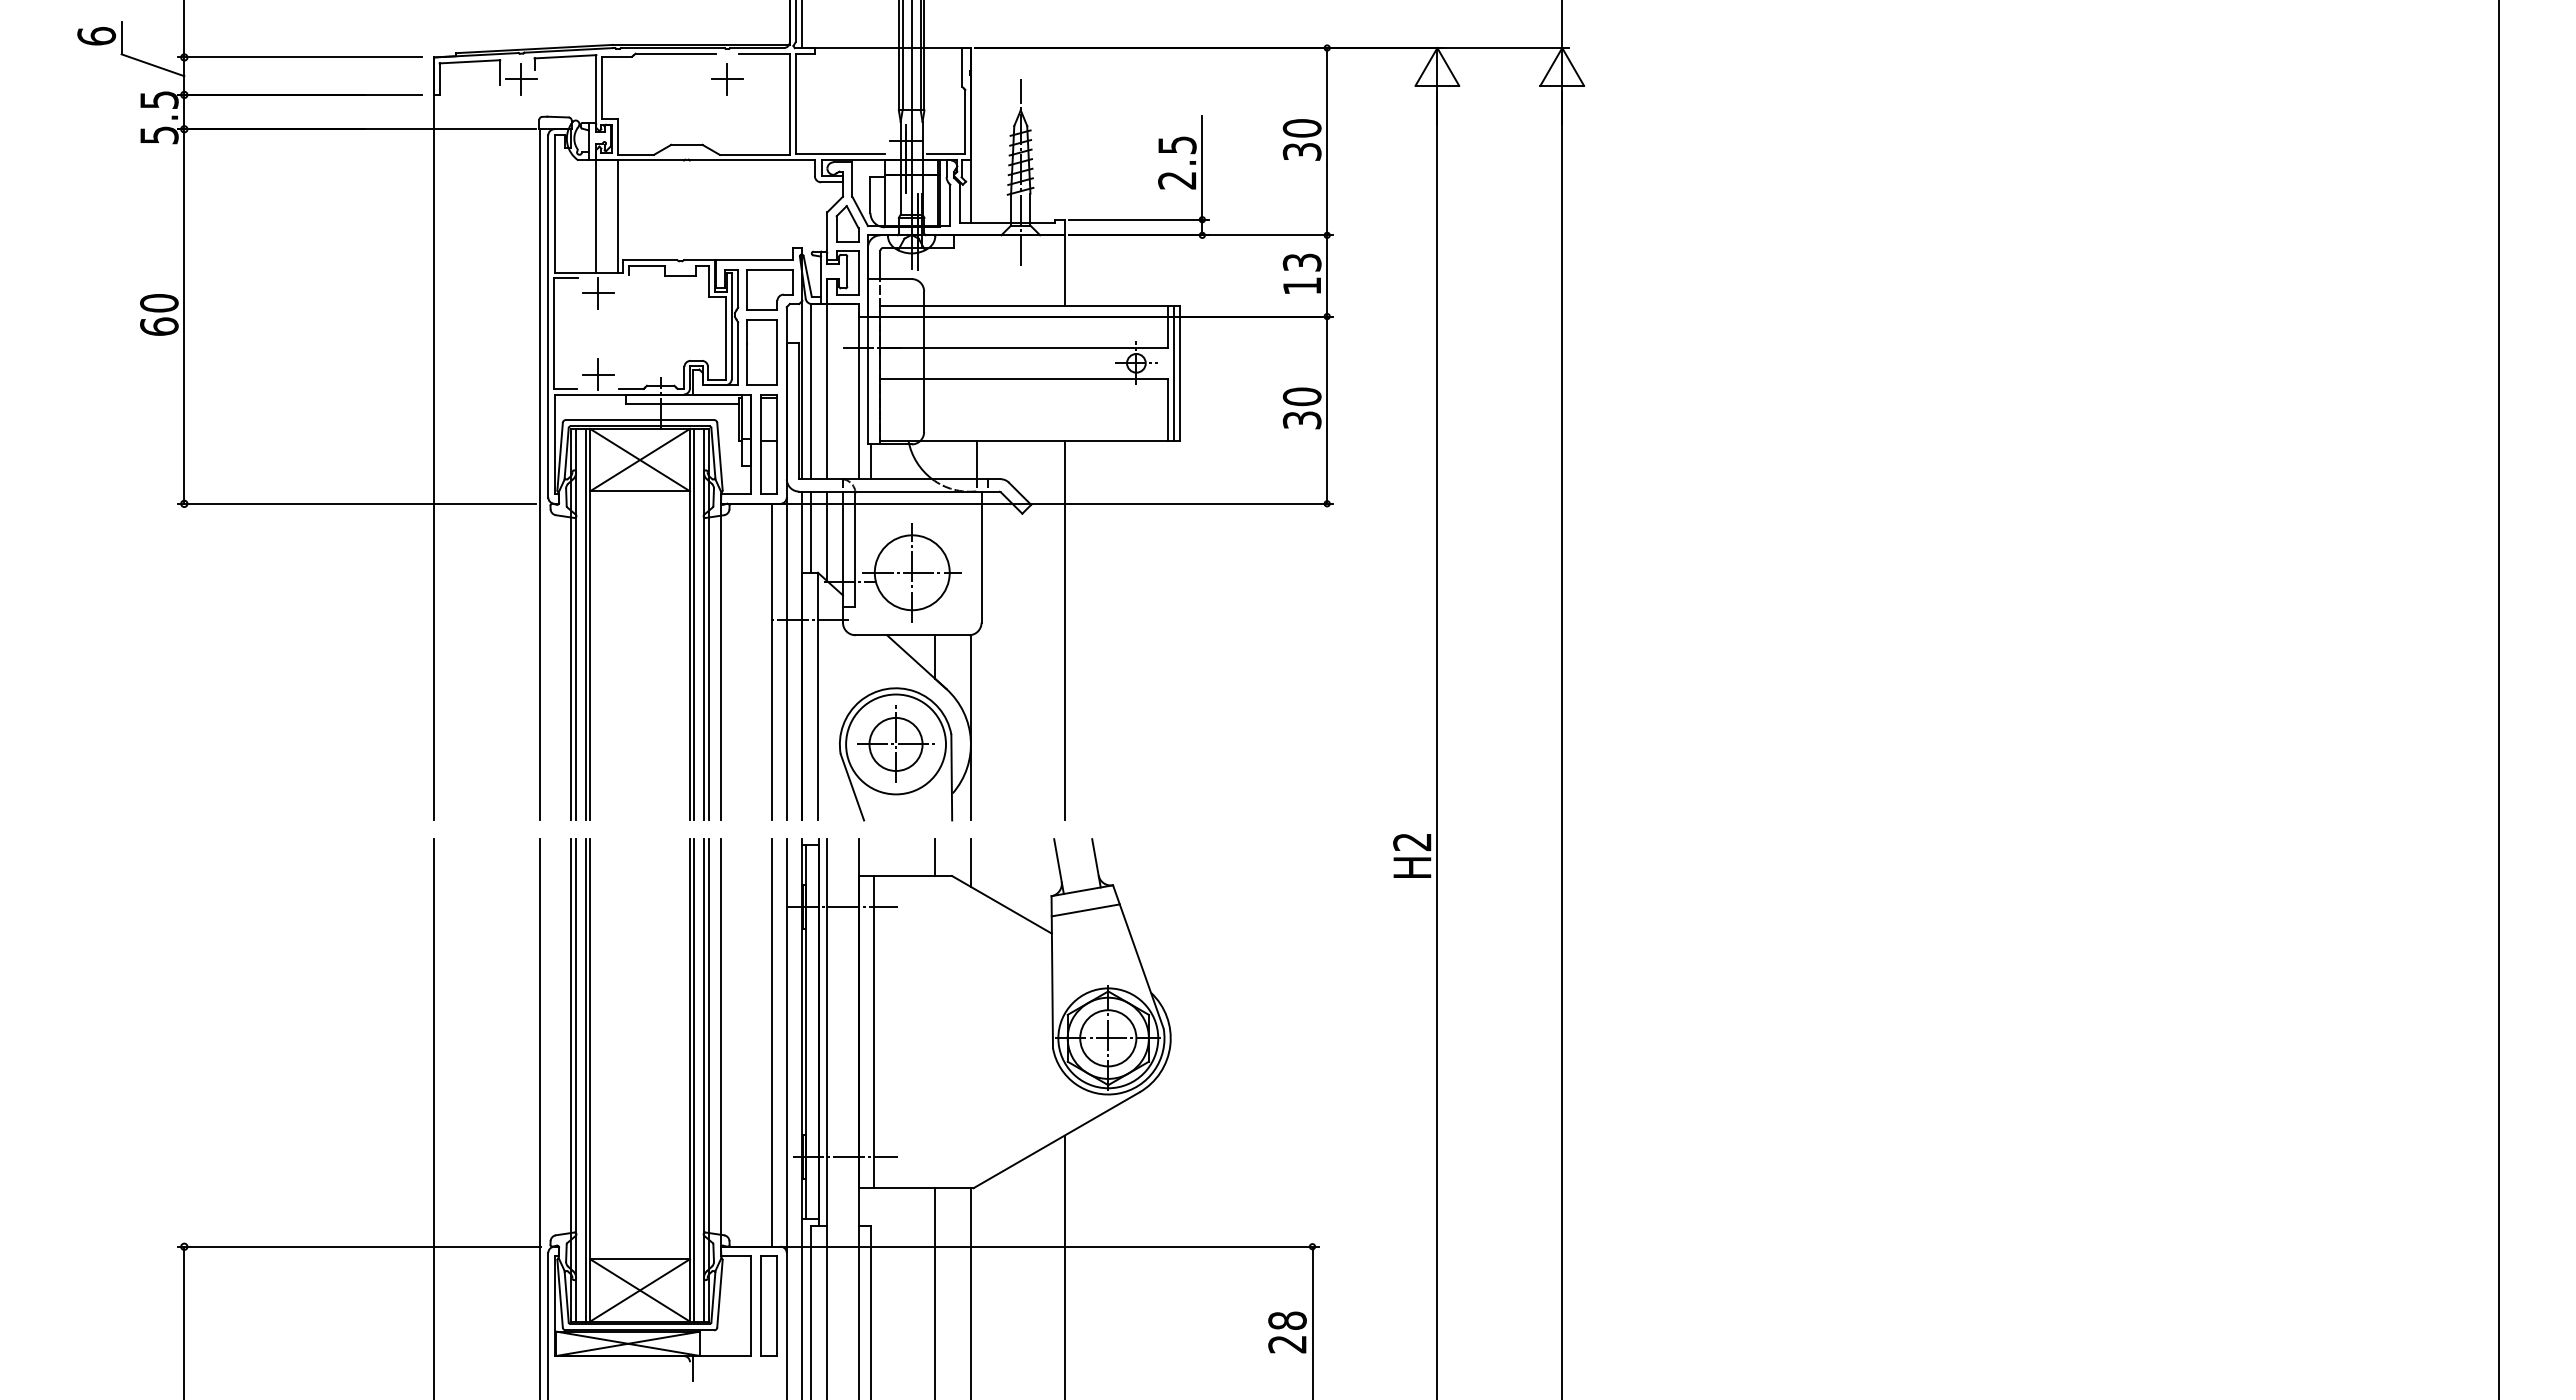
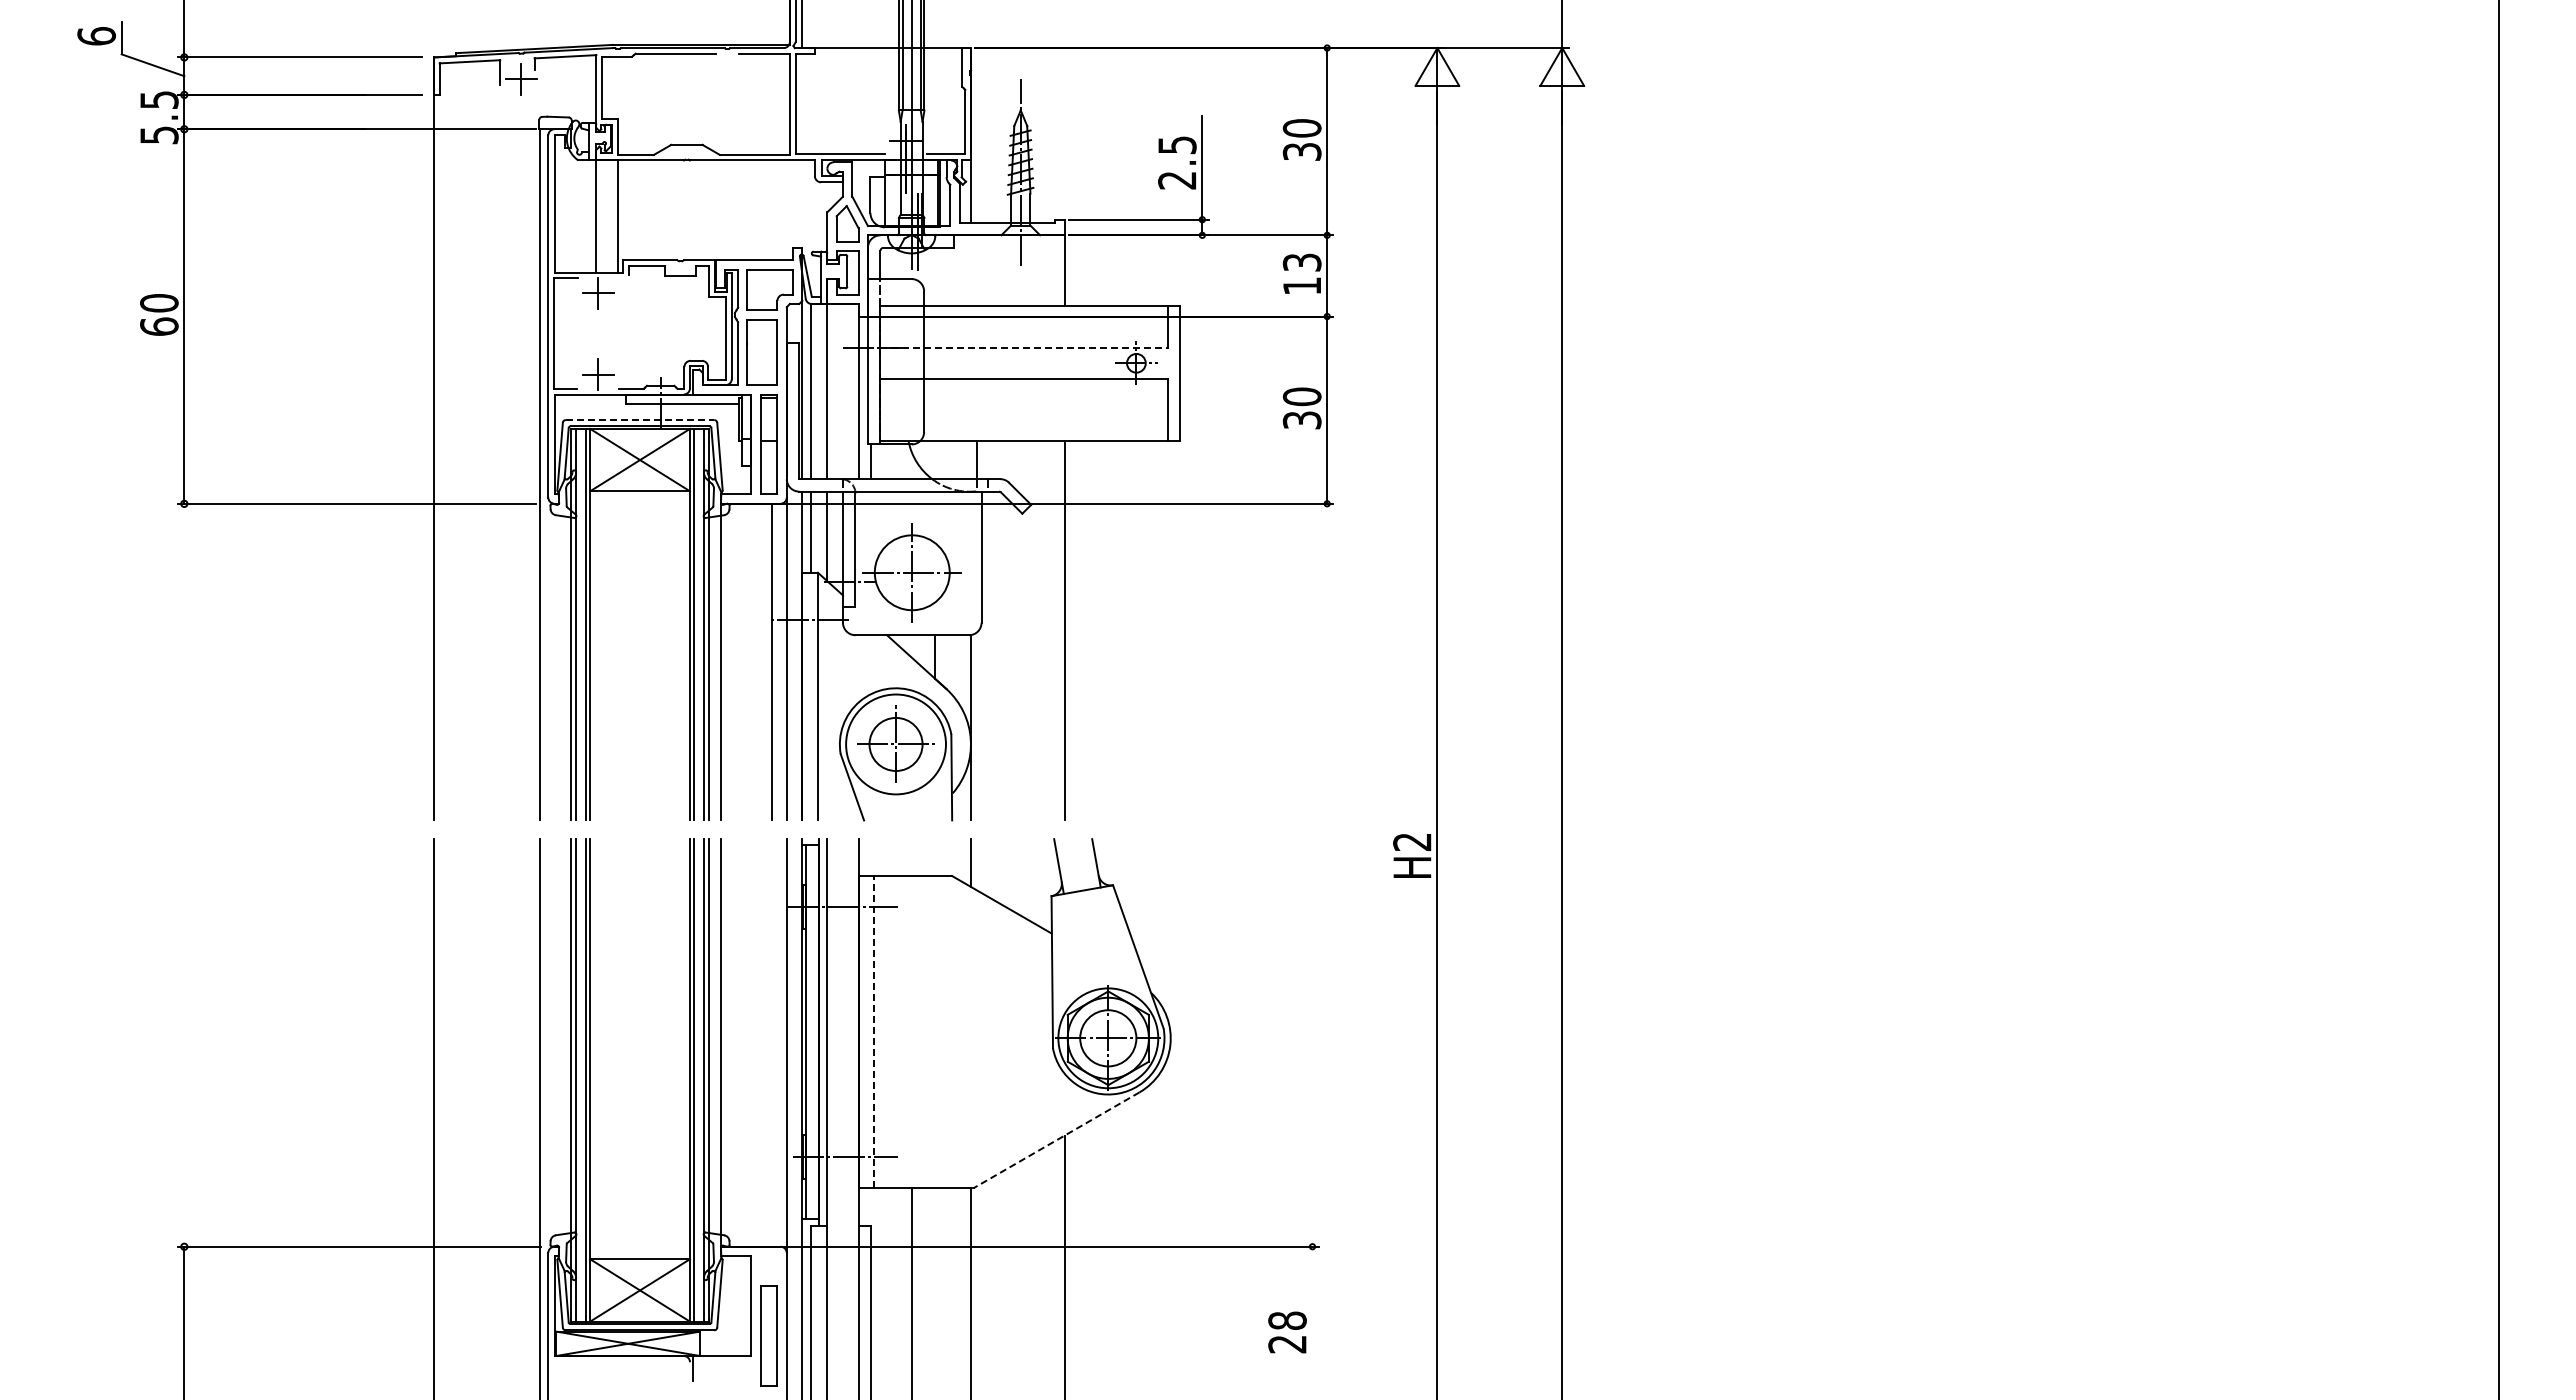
part at (727, 79): present -> none
line at (1024, 347): solid -> dashed
line at (1173, 373): present -> none
line at (640, 420): solid -> dashed
line at (935, 857): present -> none
line at (1085, 910): present -> none
line at (874, 1031): solid -> dashed
line at (771, 1042): present -> none
line at (1056, 1140): solid -> dashed
line at (935, 1292) position: (935, 1292) -> (912, 1292)
part at (768, 1305) position: (768, 1305) -> (768, 1335)
line at (1312, 1321): present -> none
